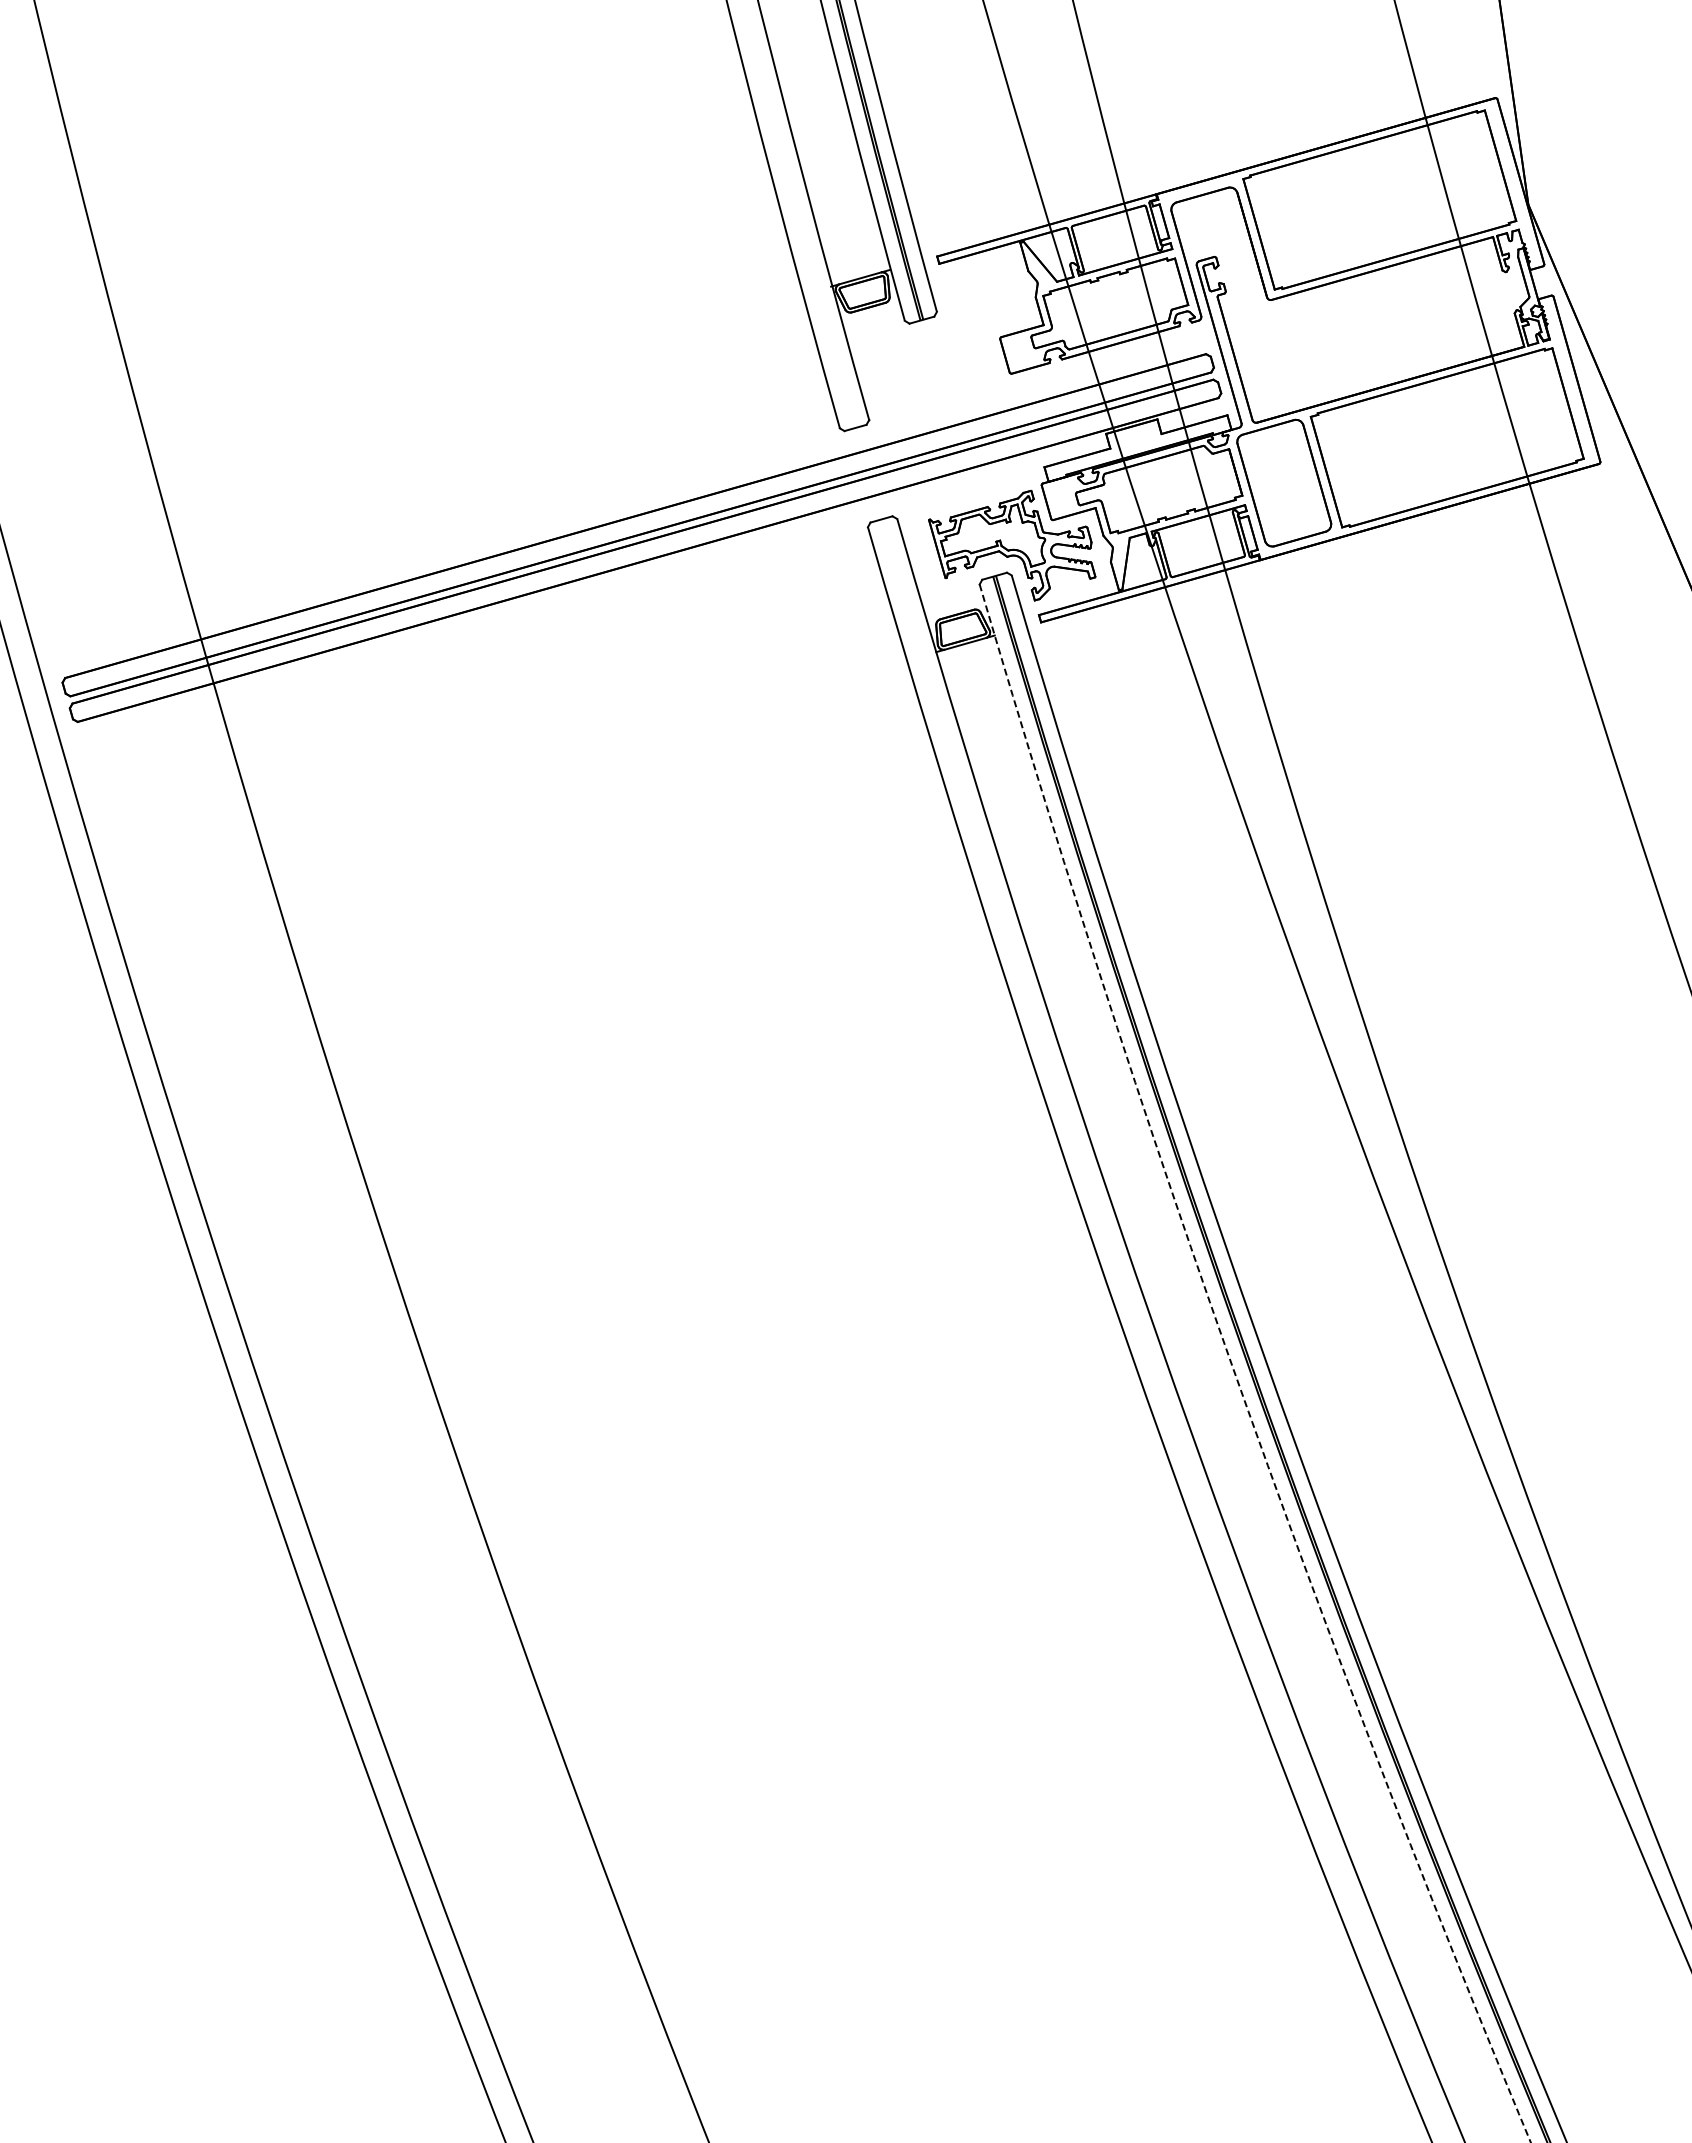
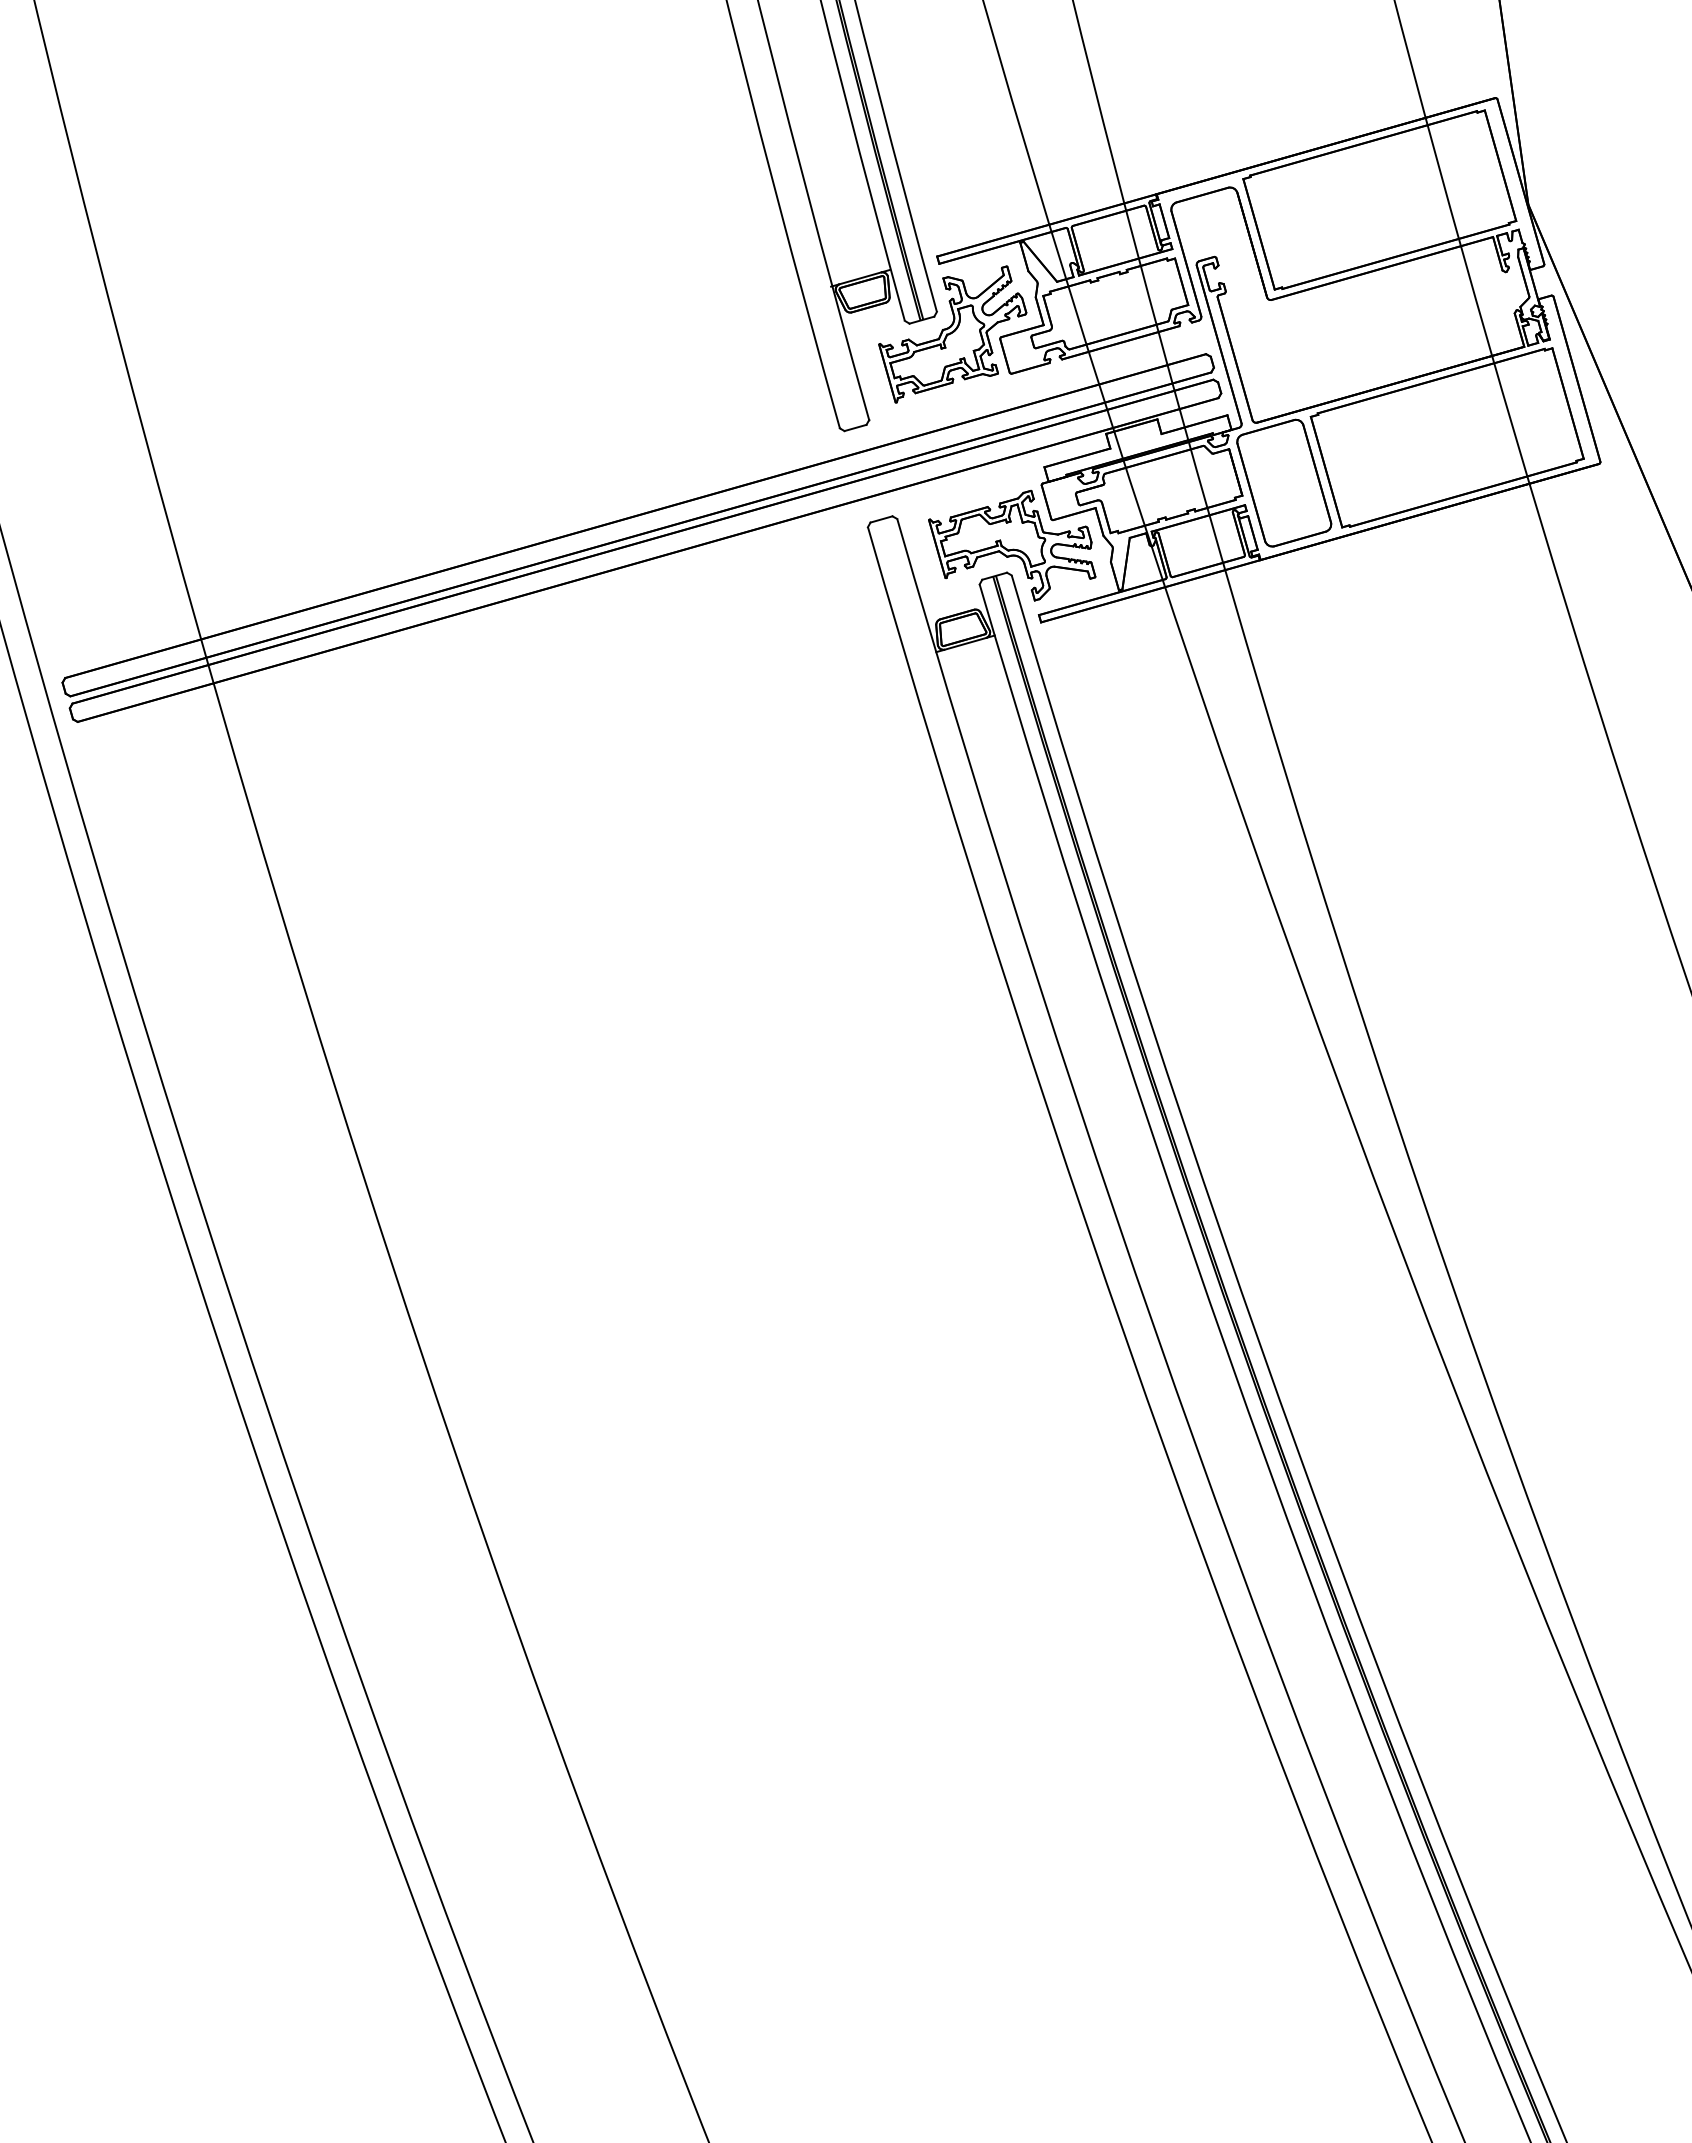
part at (952, 334): none -> present
arc at (1234, 1370): dashed -> solid
